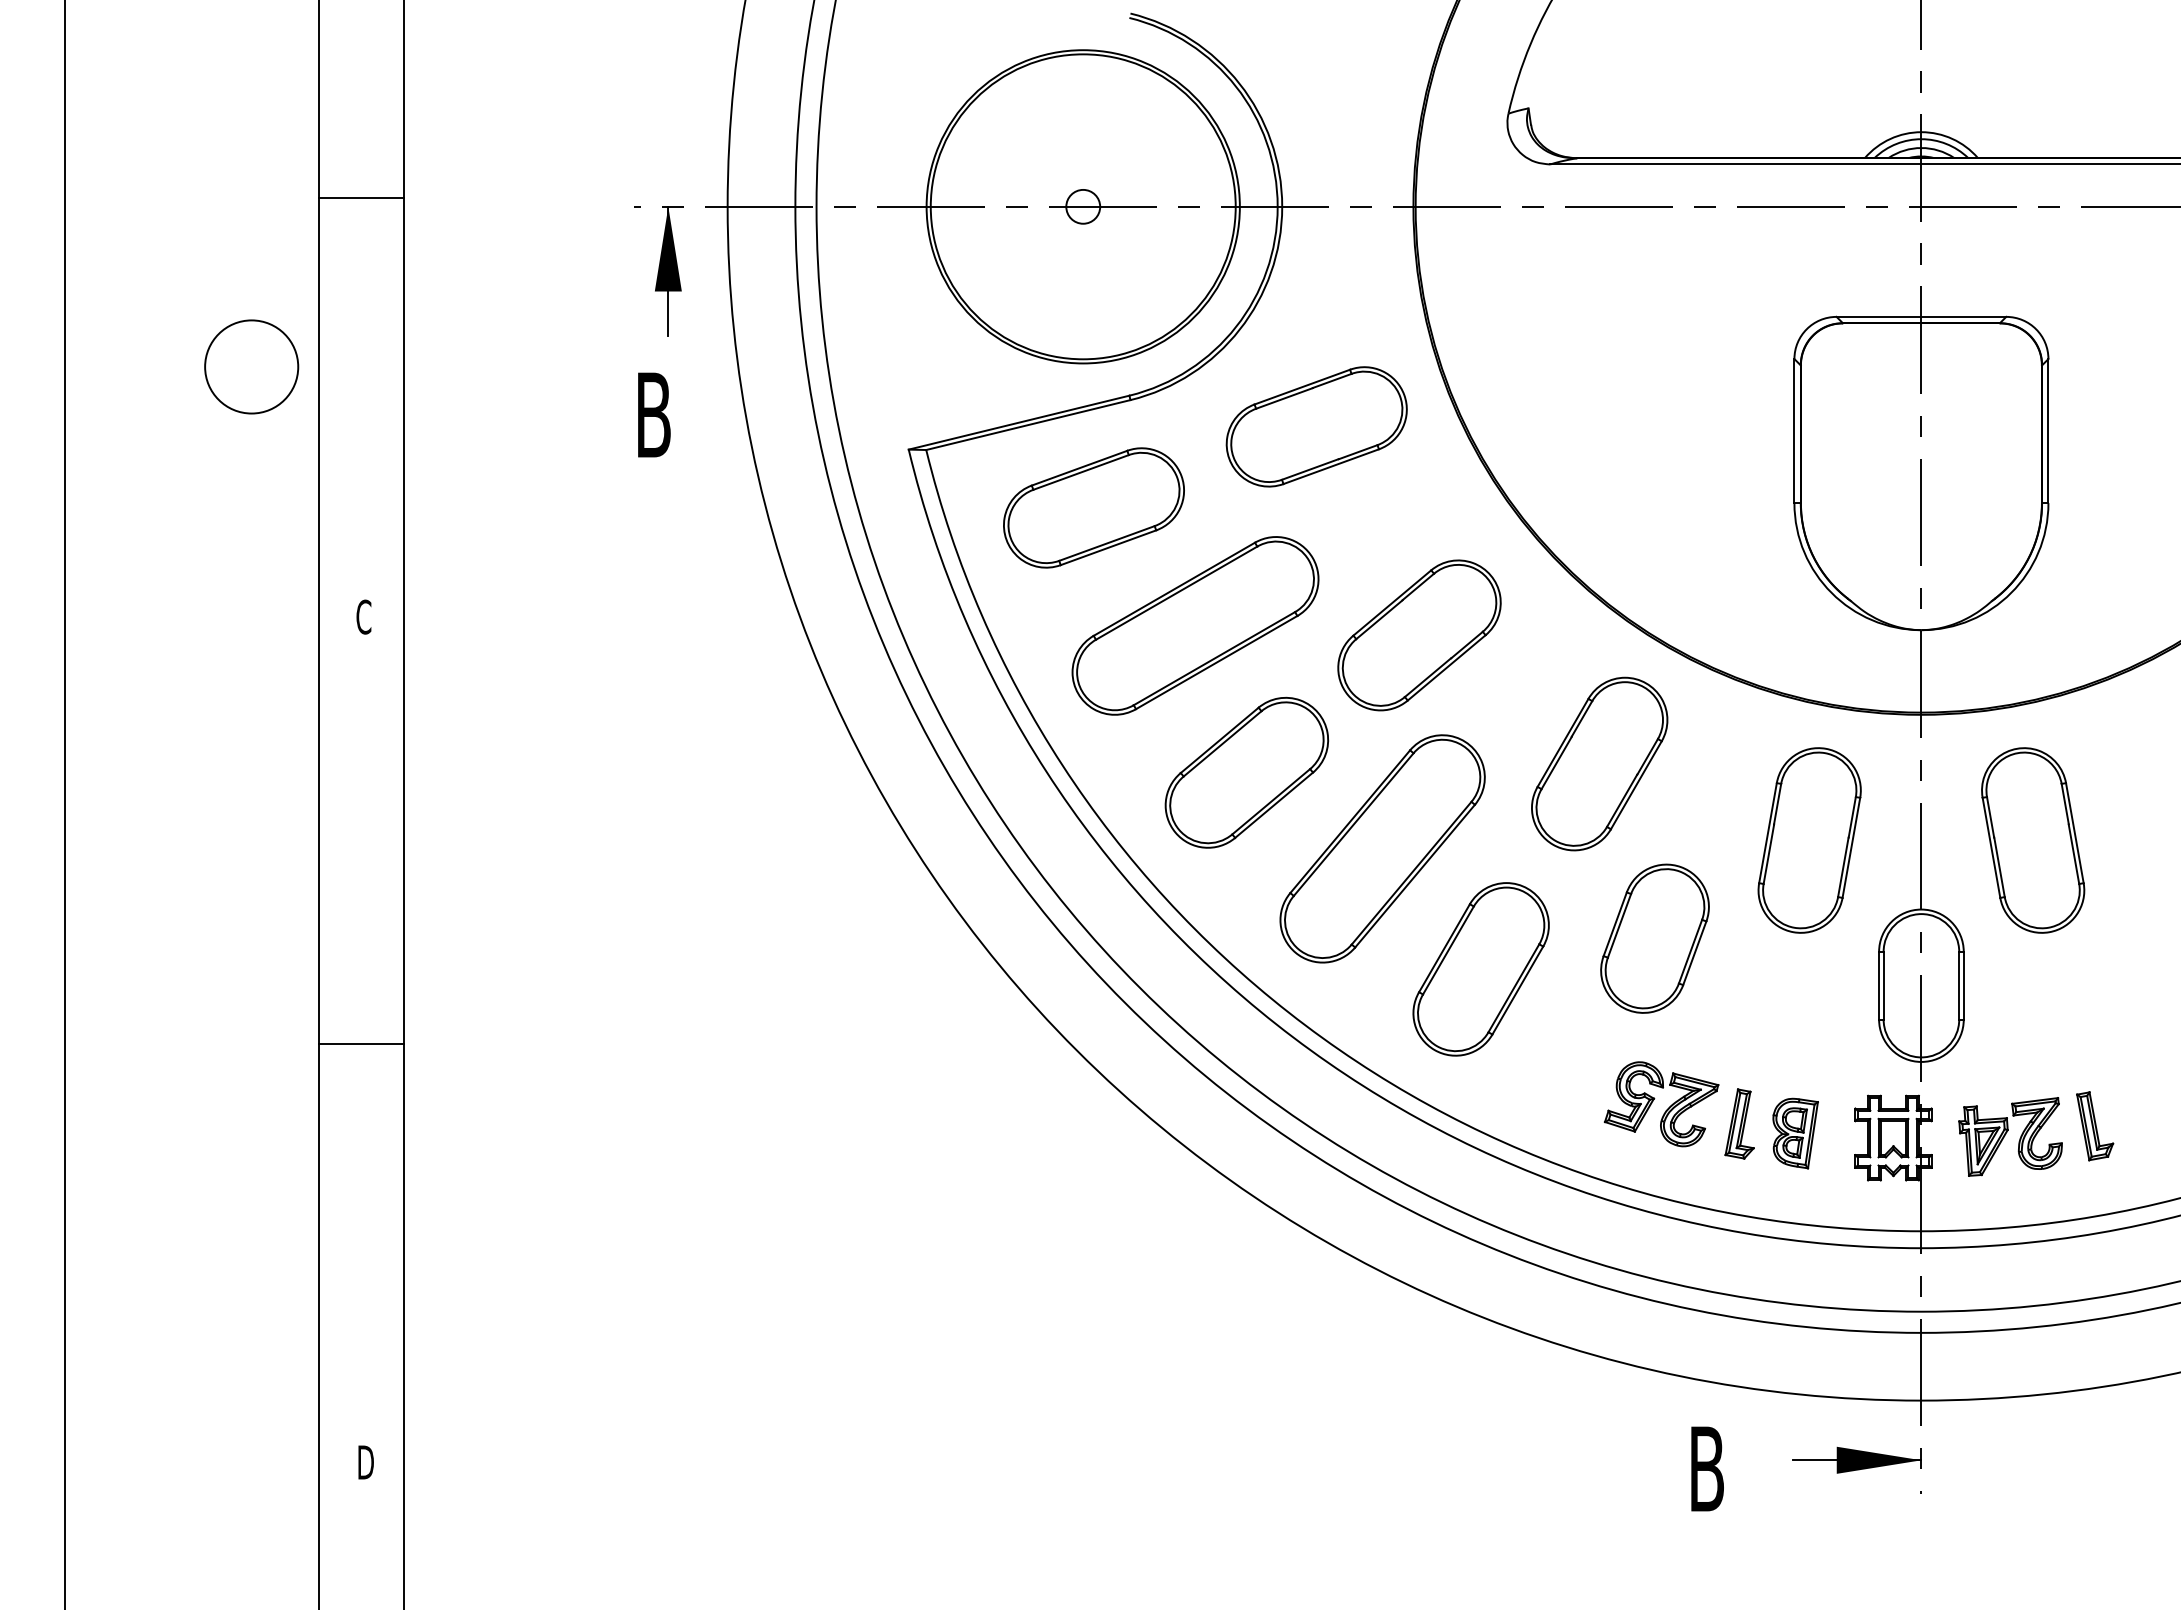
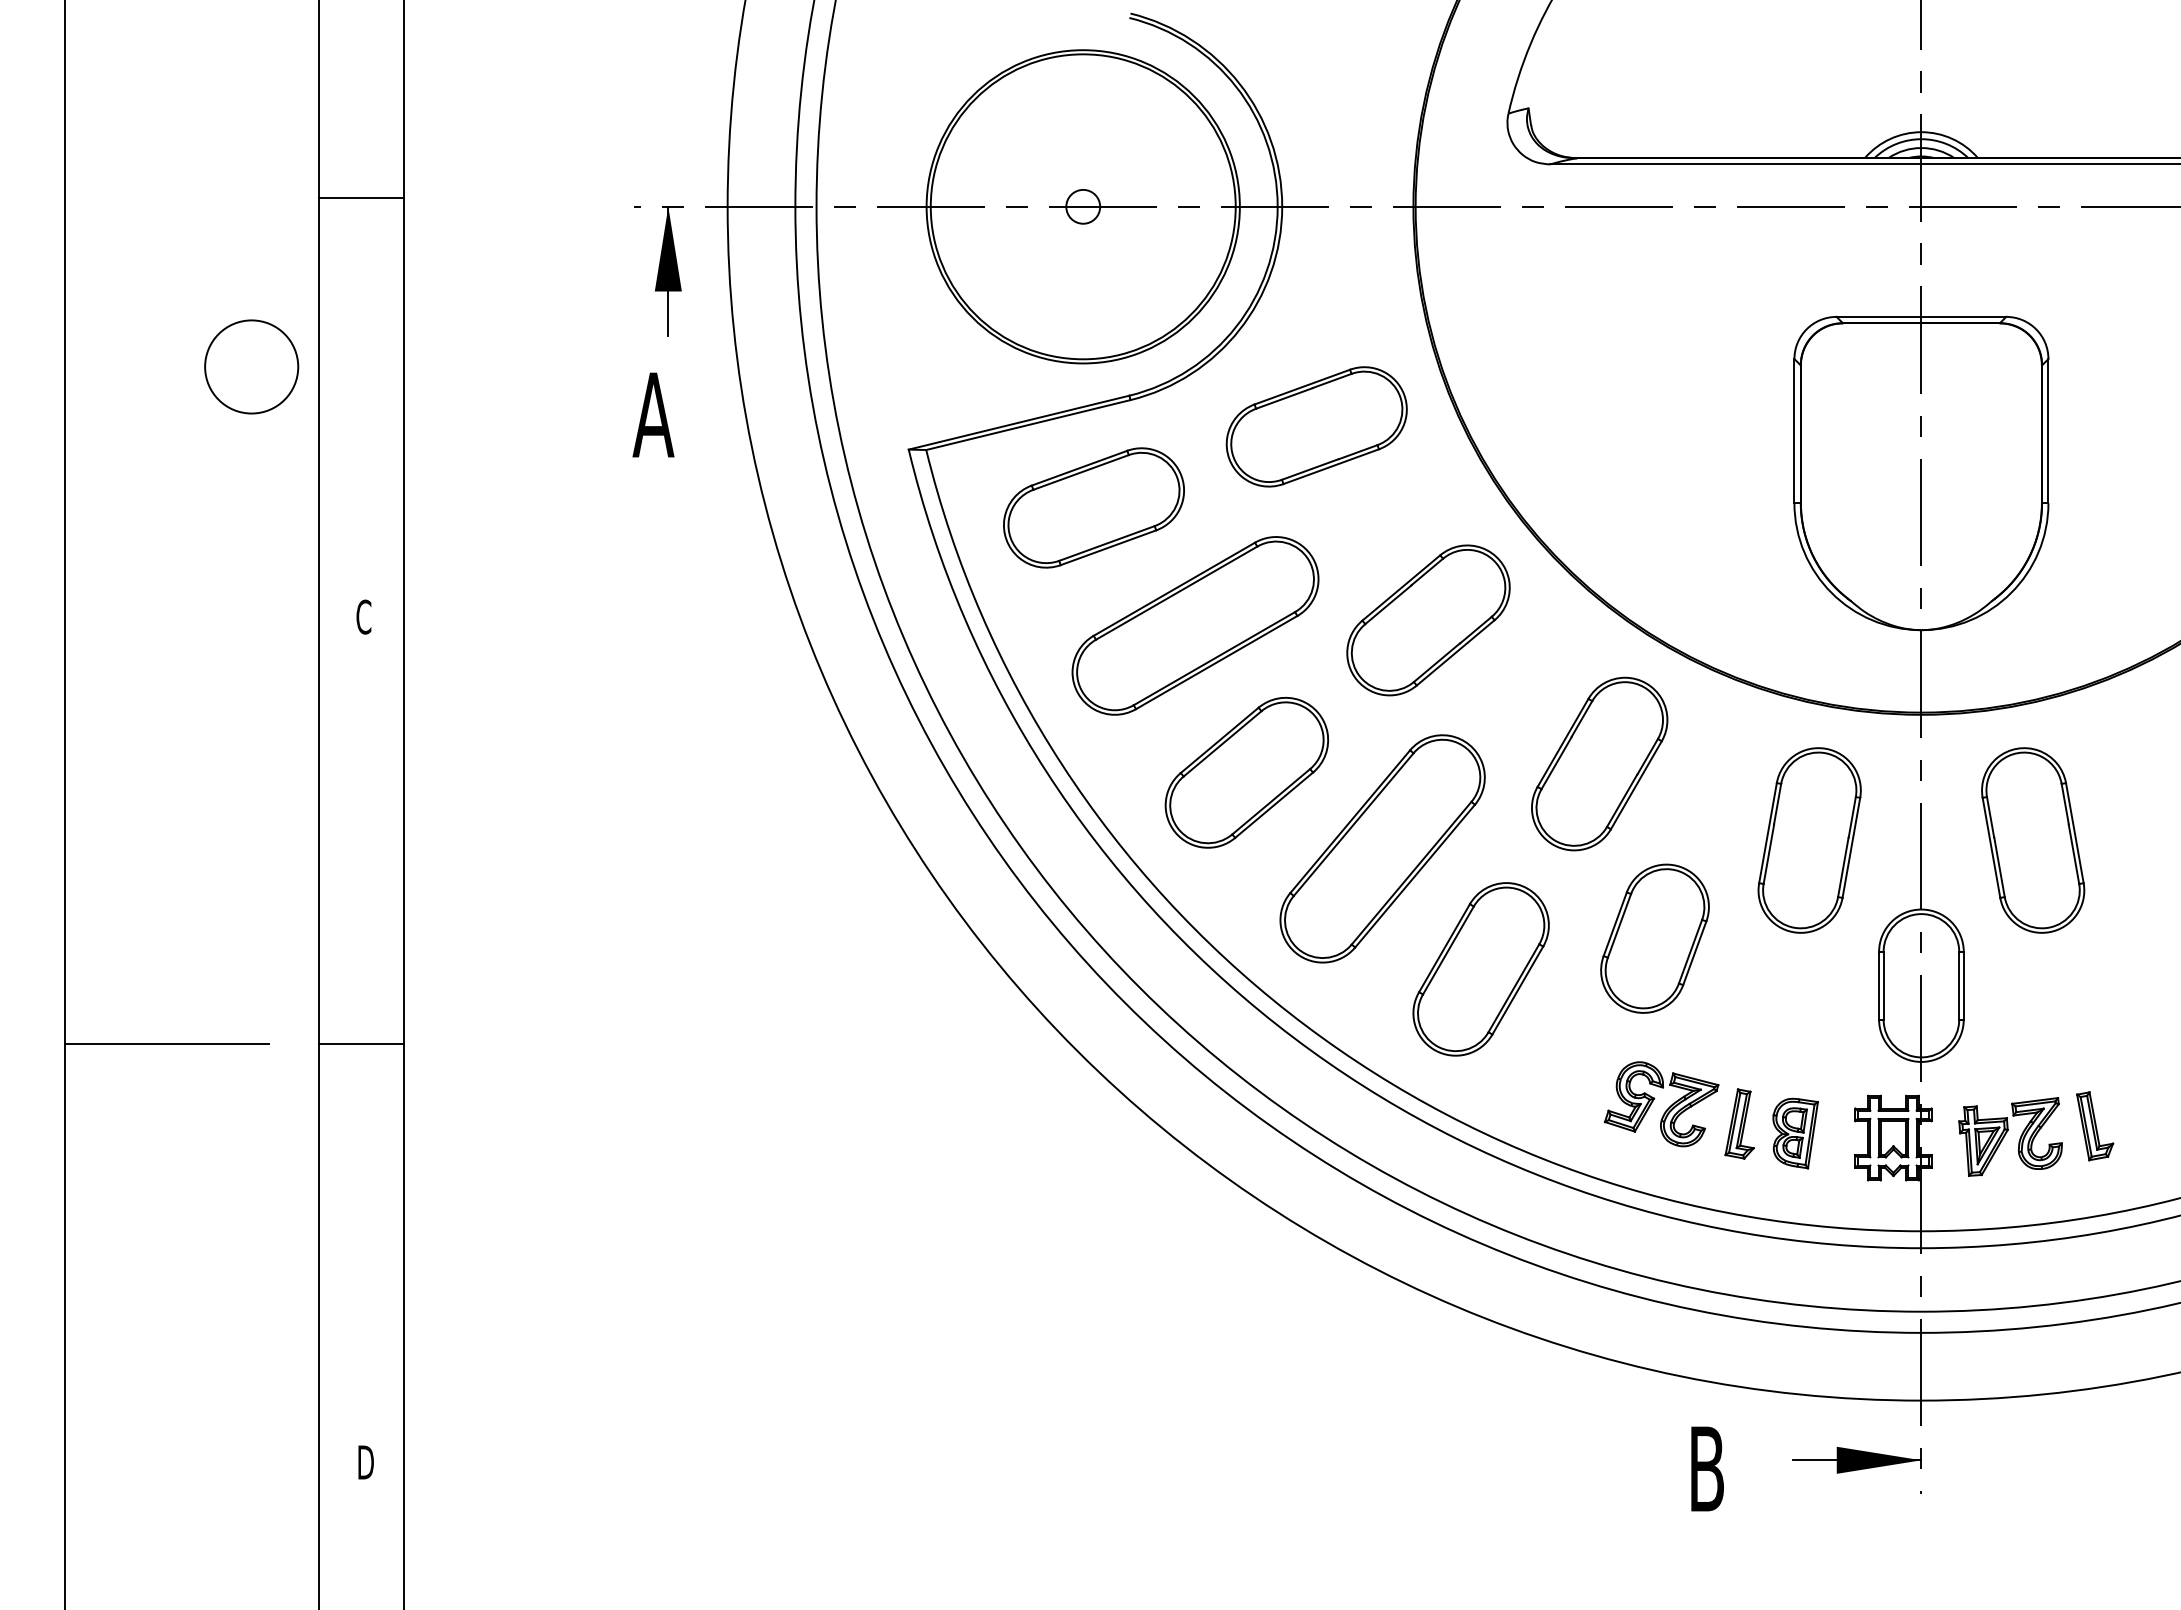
text at (653, 414): B -> A
part at (1419, 635) position: (1419, 635) -> (1428, 620)
line at (166, 1044): none -> present
